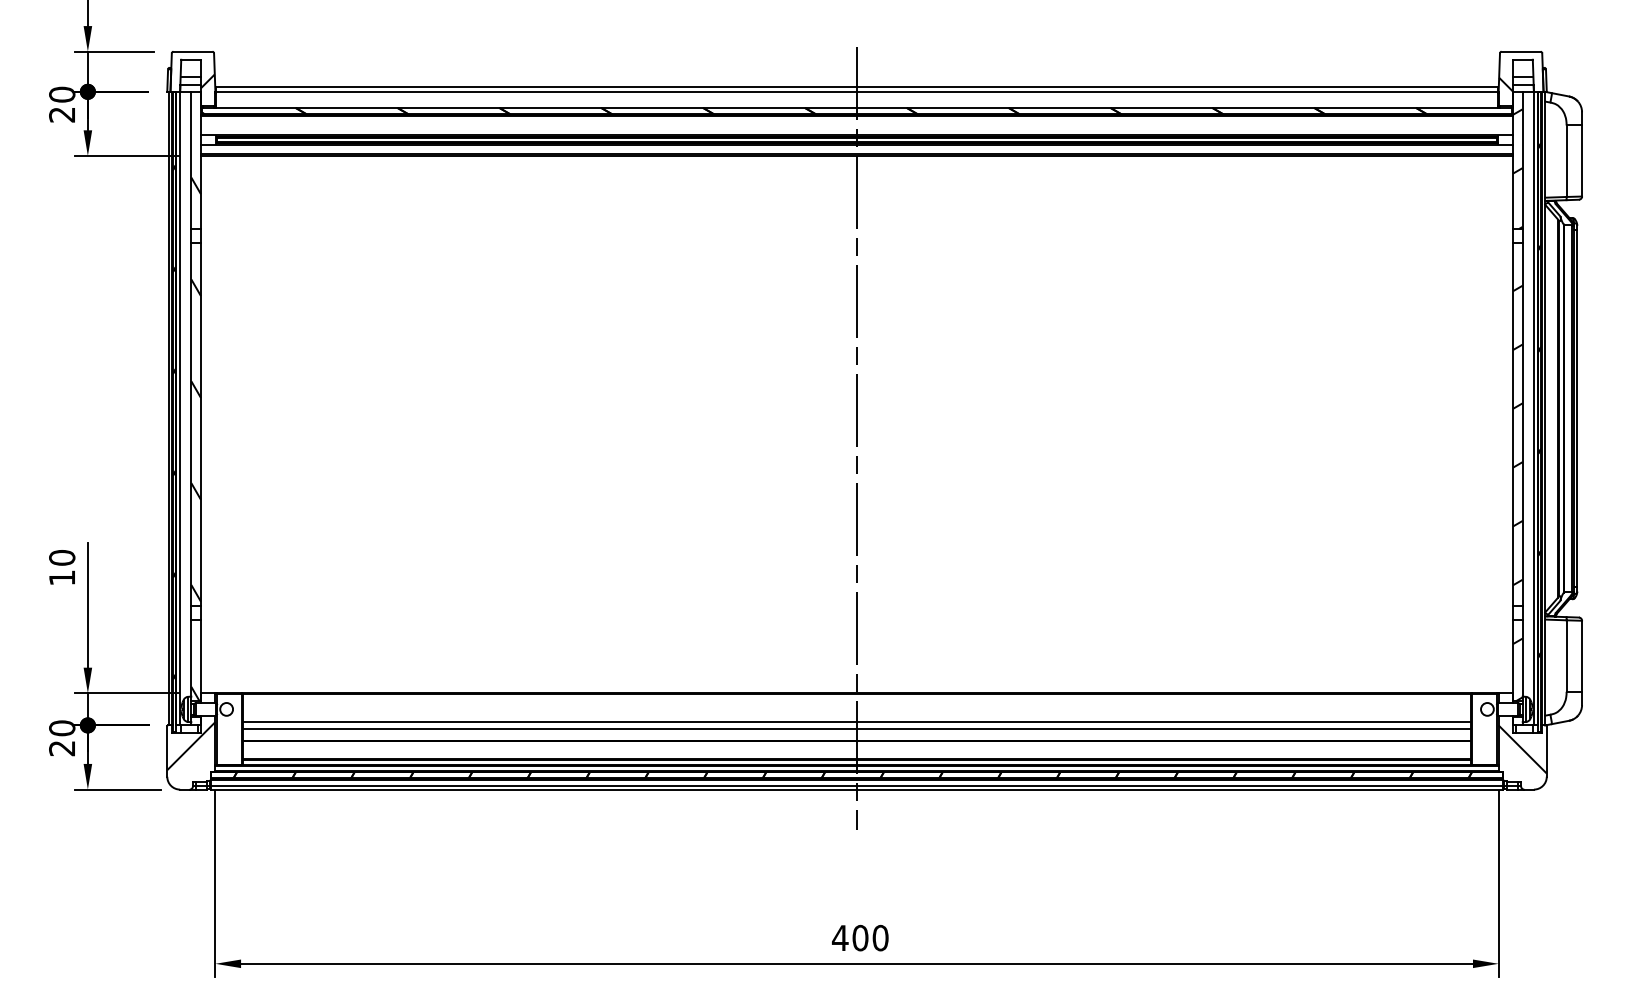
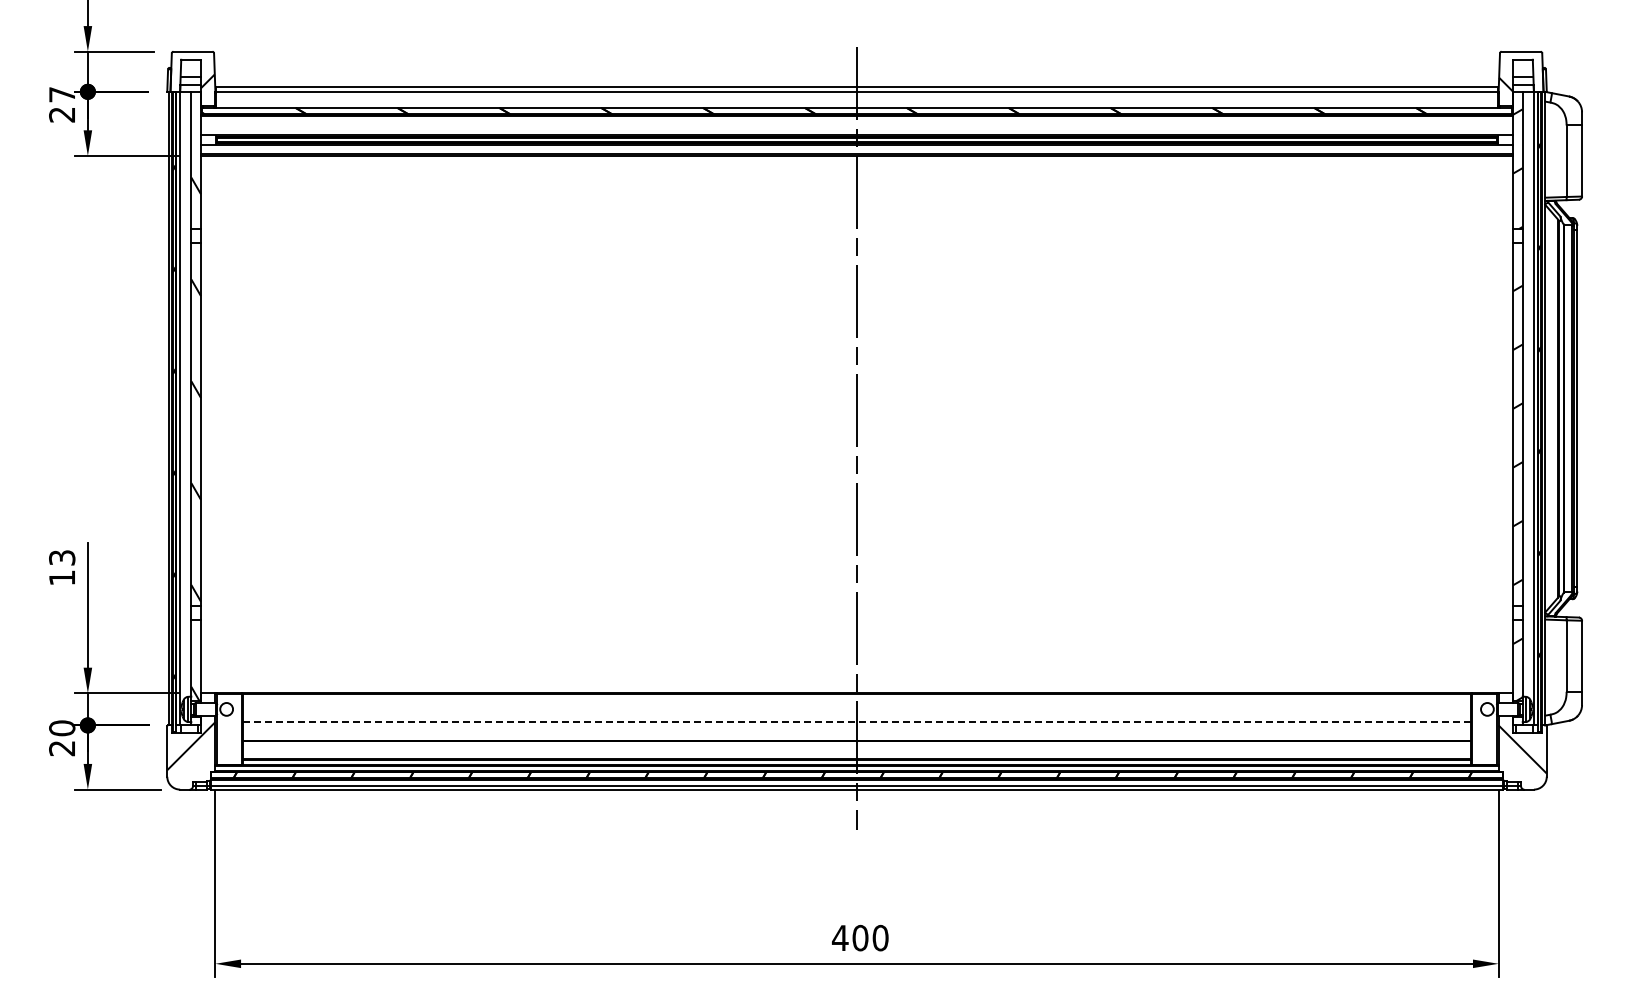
text at (62, 94): 20 -> 27
text at (62, 557): 10 -> 13
line at (856, 722): solid -> dashed
line at (856, 728): present -> none
